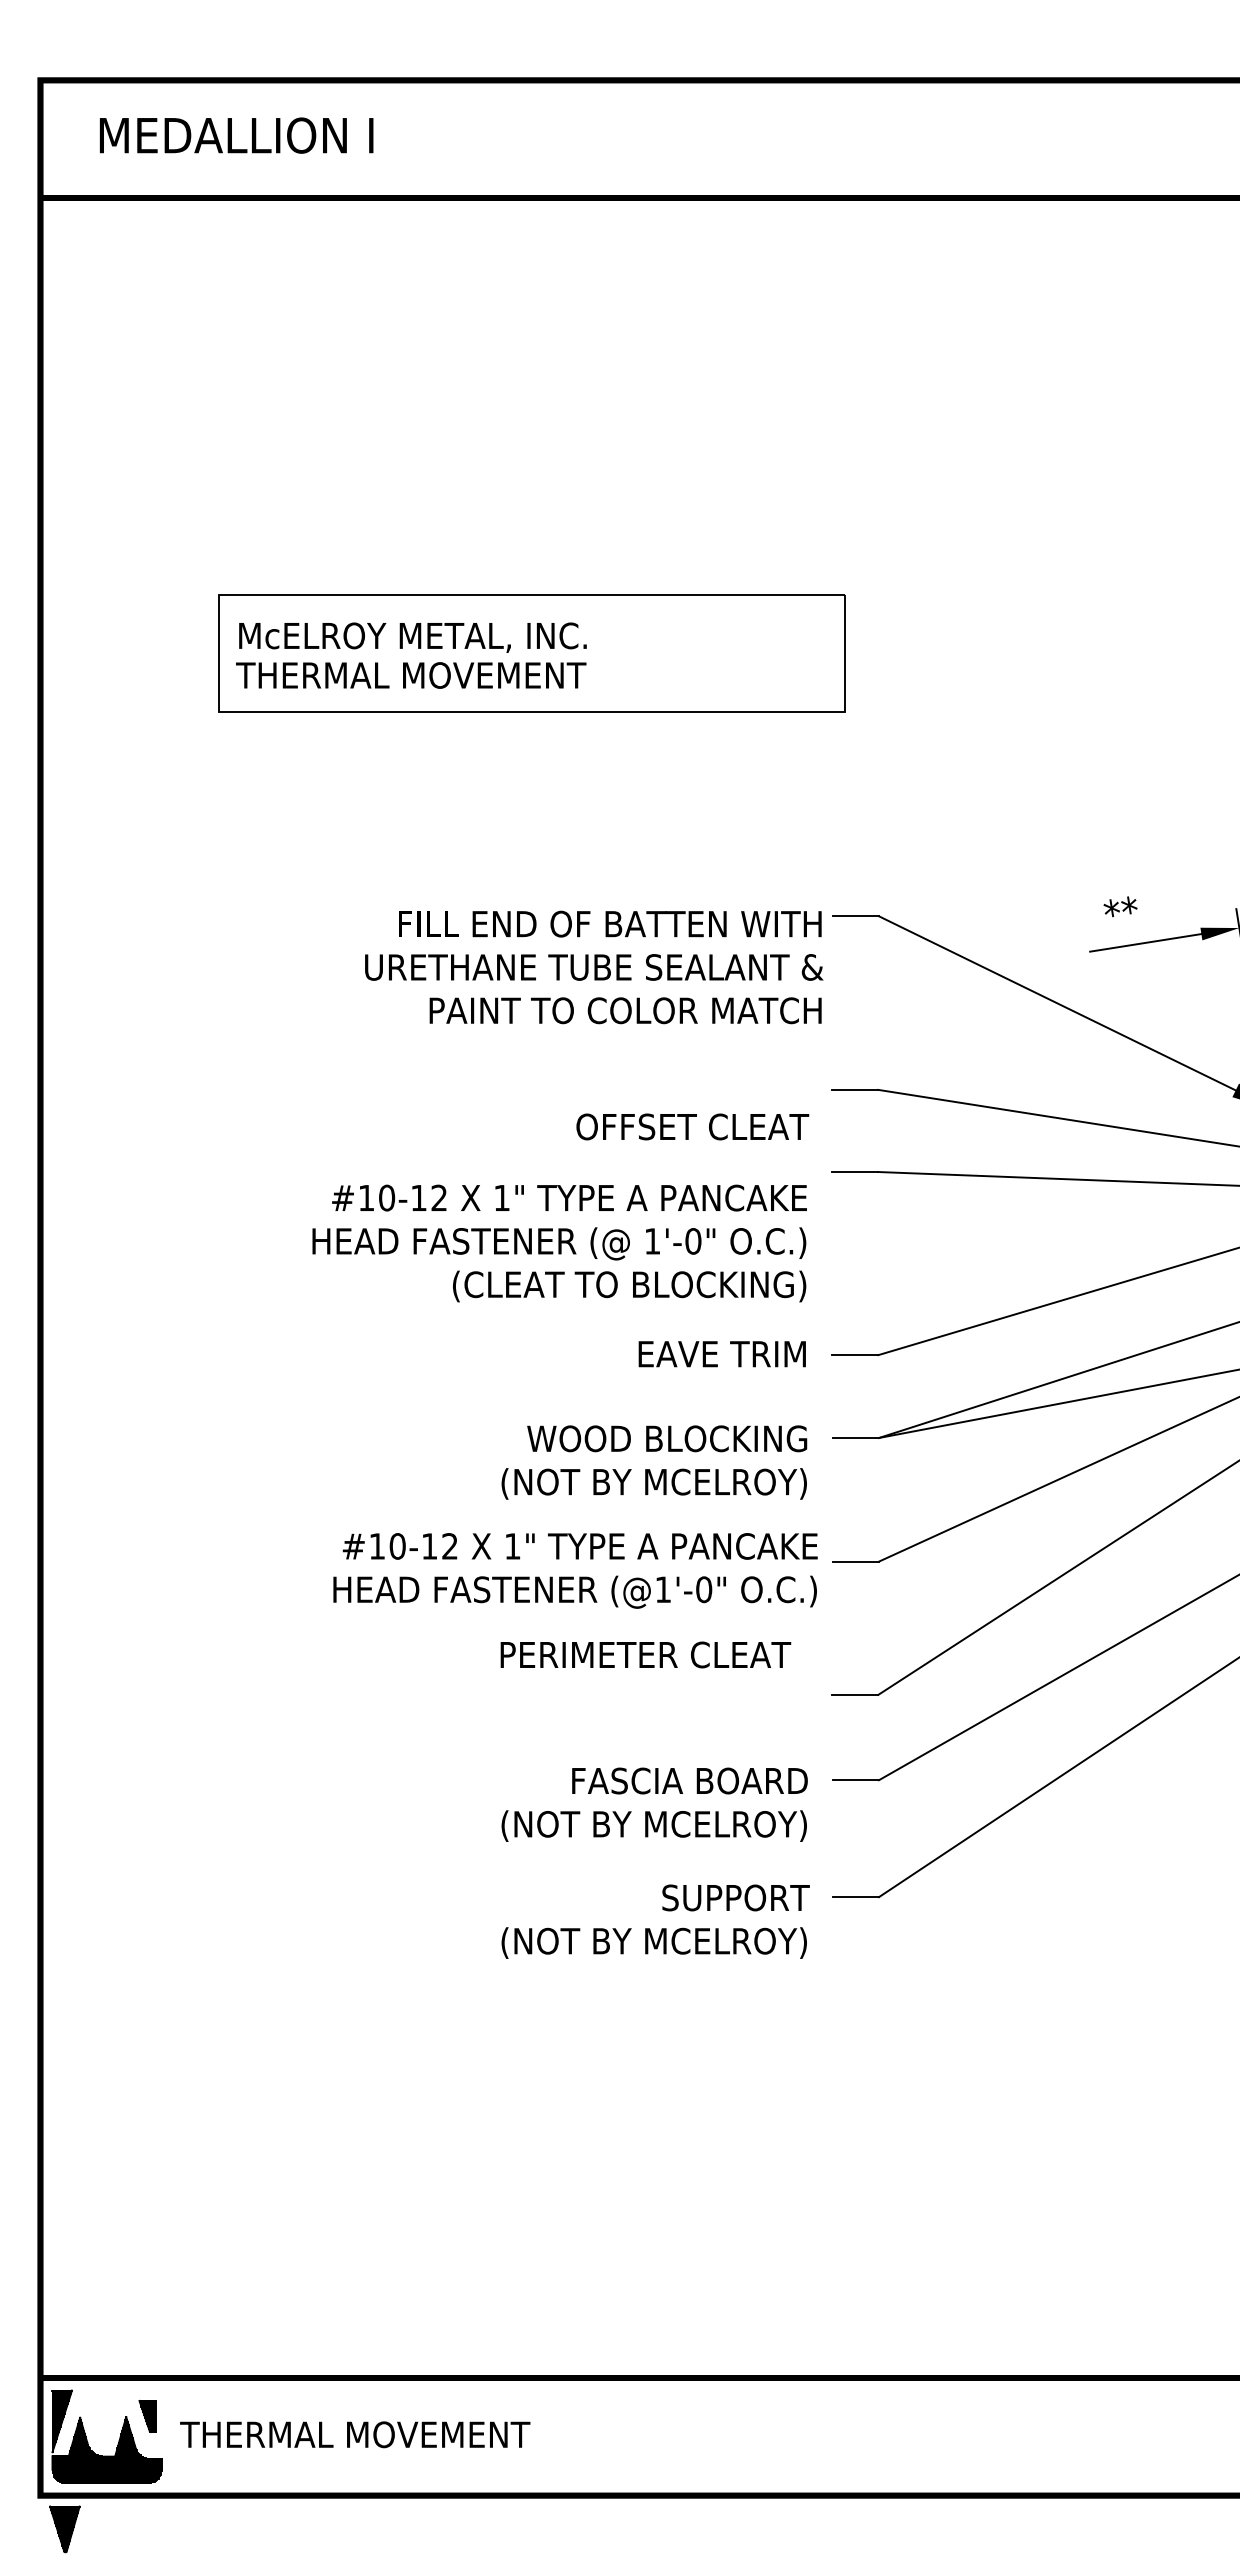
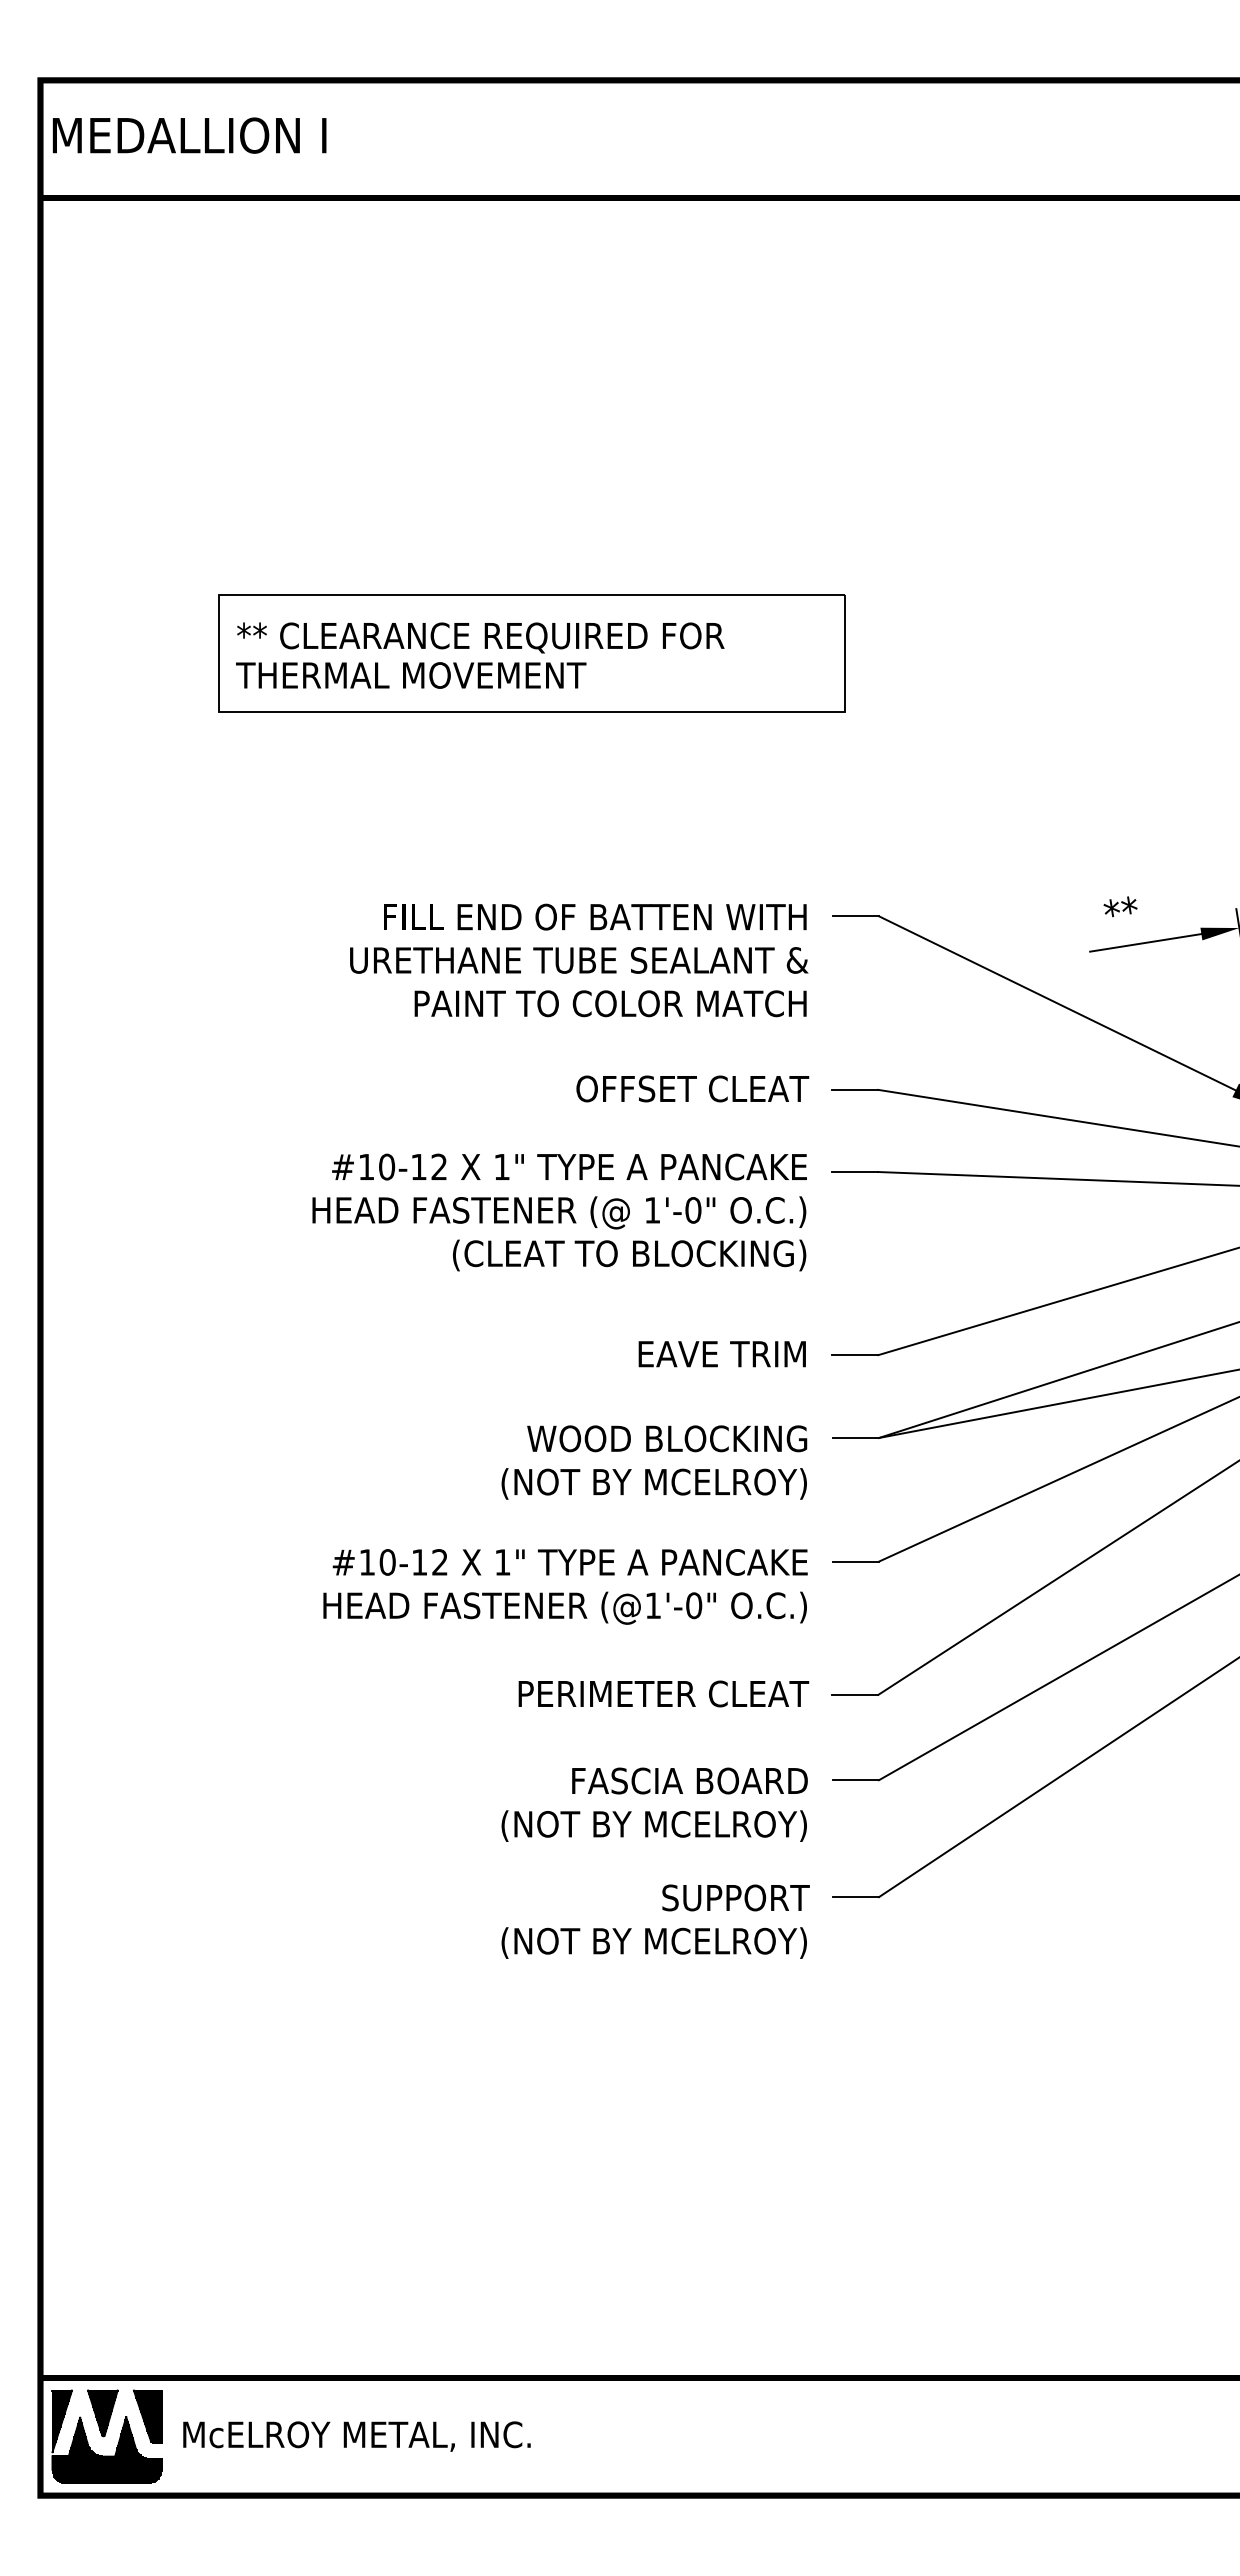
text at (236, 135) position: (236, 135) -> (189, 135)
text at (480, 637): McELROY METAL, INC. -> ** CLEARANCE REQUIRED FOR
text at (594, 967) position: (594, 967) -> (579, 960)
text at (692, 1126) position: (692, 1126) -> (692, 1088)
text at (559, 1243) position: (559, 1243) -> (559, 1212)
text at (575, 1570) position: (575, 1570) -> (565, 1586)
text at (645, 1654) position: (645, 1654) -> (663, 1693)
part at (147, 2416) size: 19x33 px -> 30x55 px
text at (355, 2436): THERMAL MOVEMENT -> McELROY METAL, INC.
part at (64, 2529) position: (64, 2529) -> (102, 2413)
